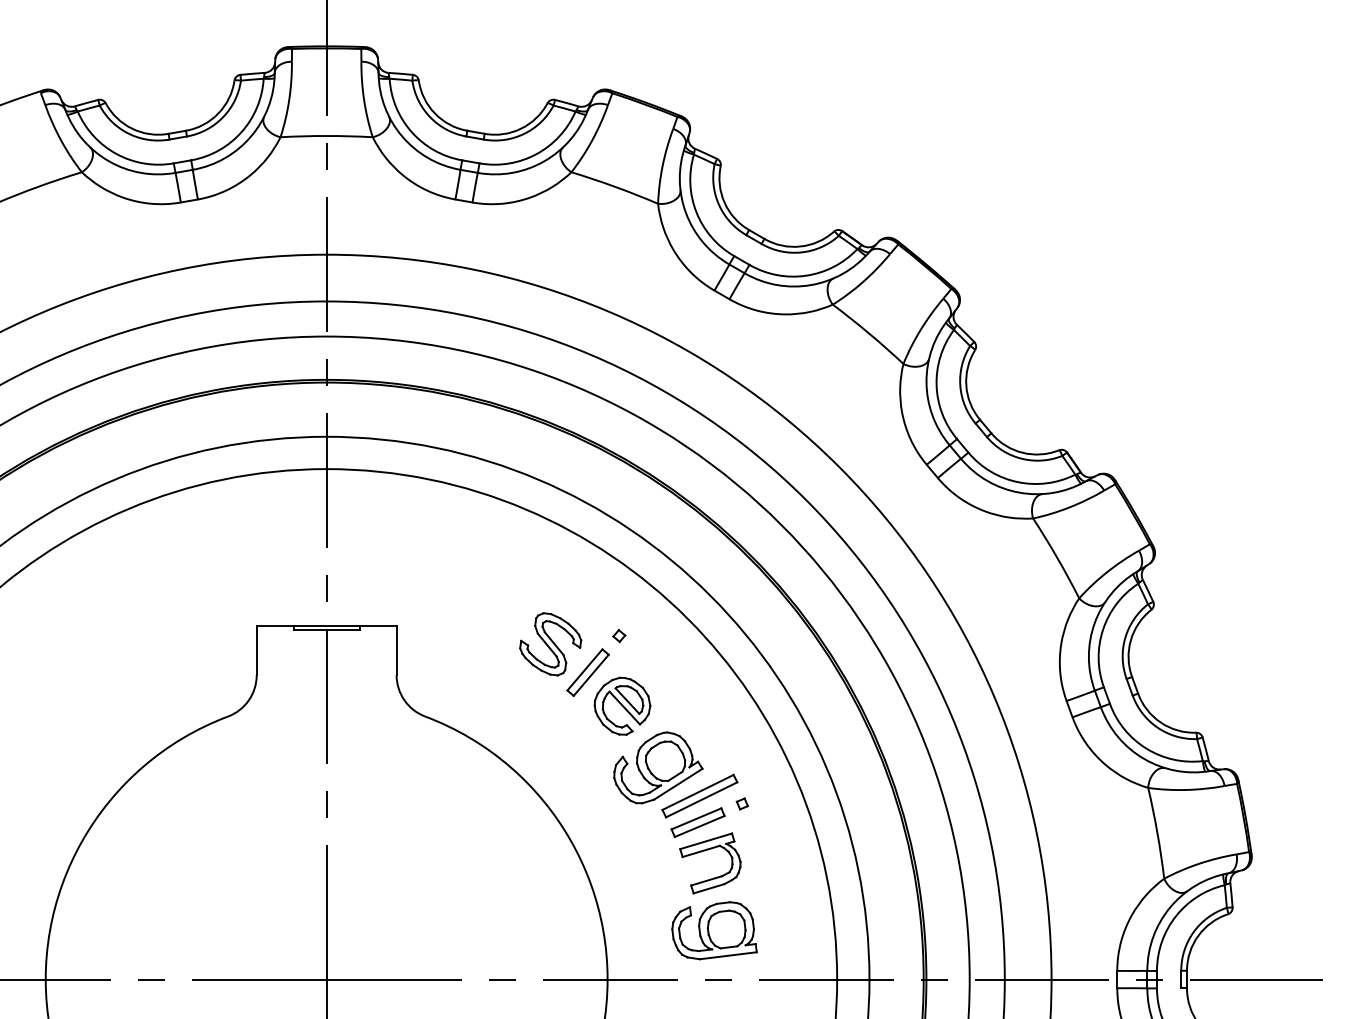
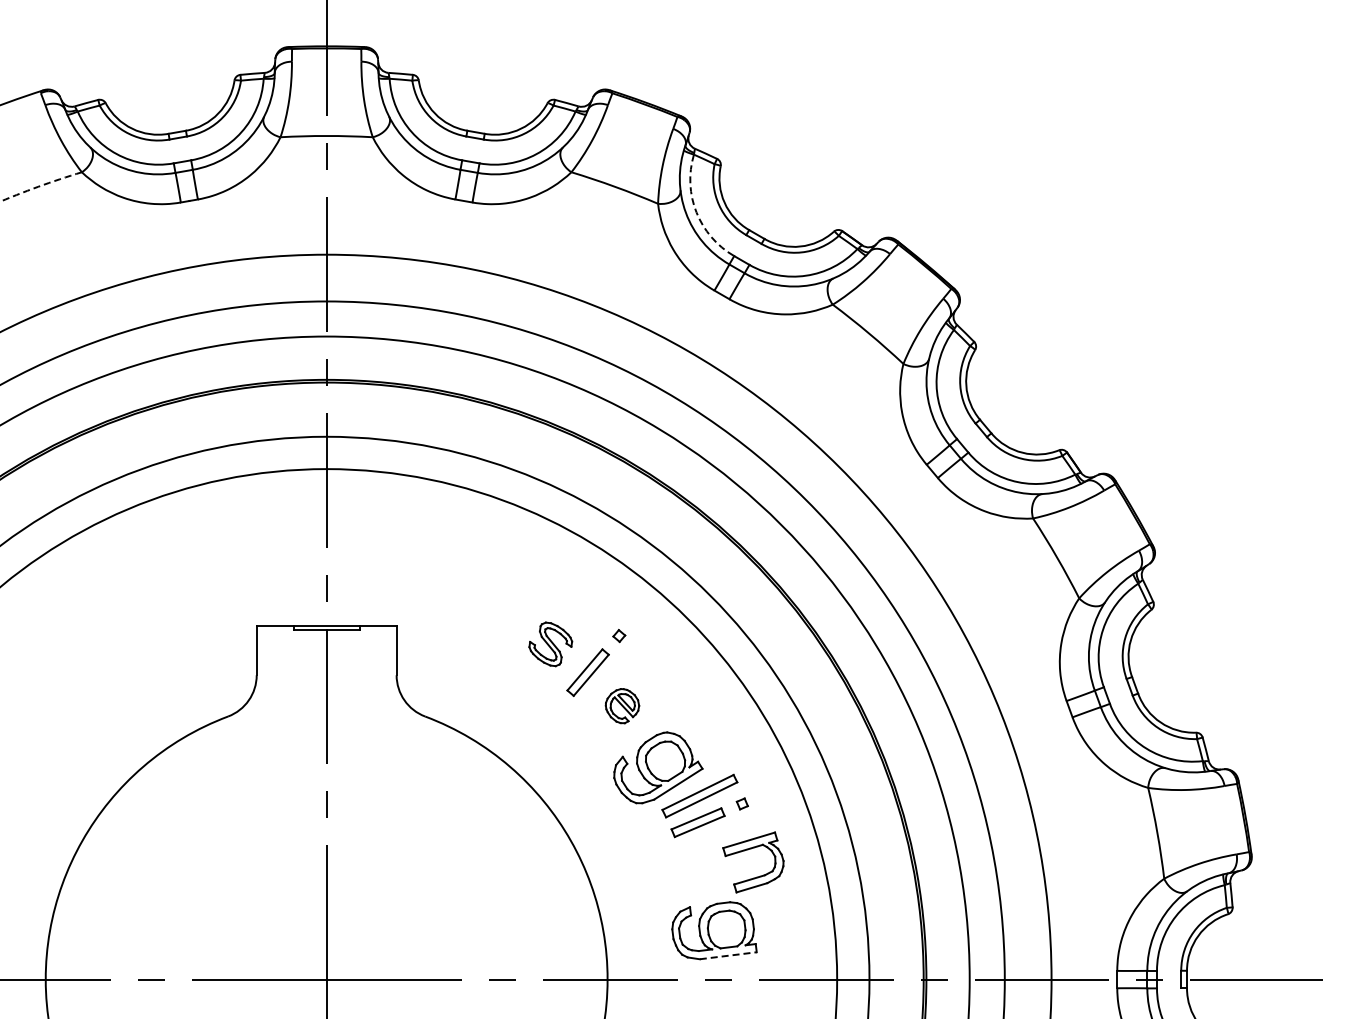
arc at (39, 186): solid -> dashed
arc at (696, 212): solid -> dashed
part at (550, 644) size: 64x65 px -> 46x47 px
part at (622, 705) size: 59x60 px -> 37x37 px
part at (705, 851) position: (705, 851) -> (748, 850)
line at (728, 955): solid -> dashed
